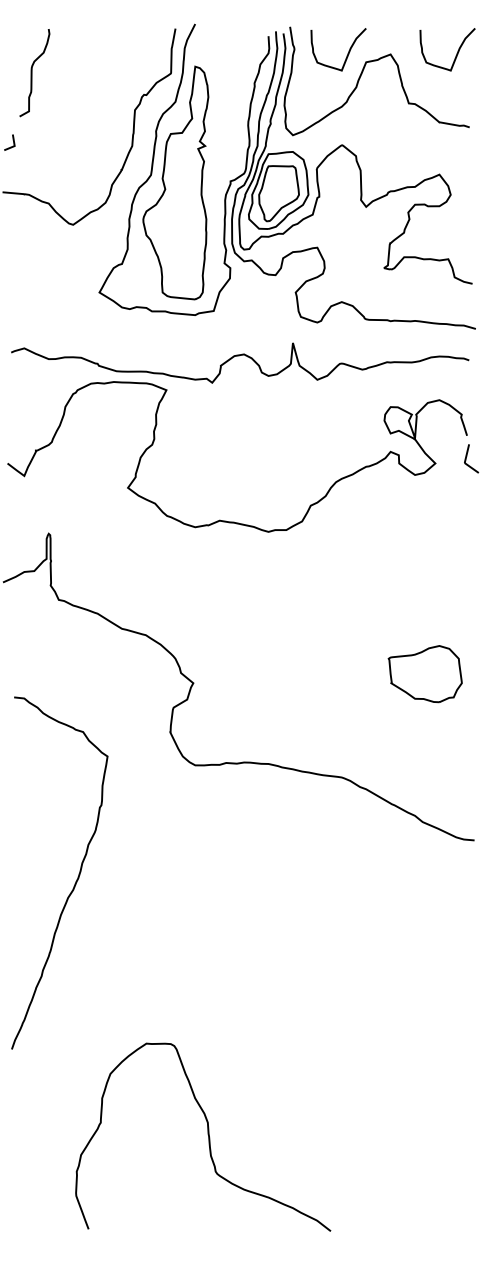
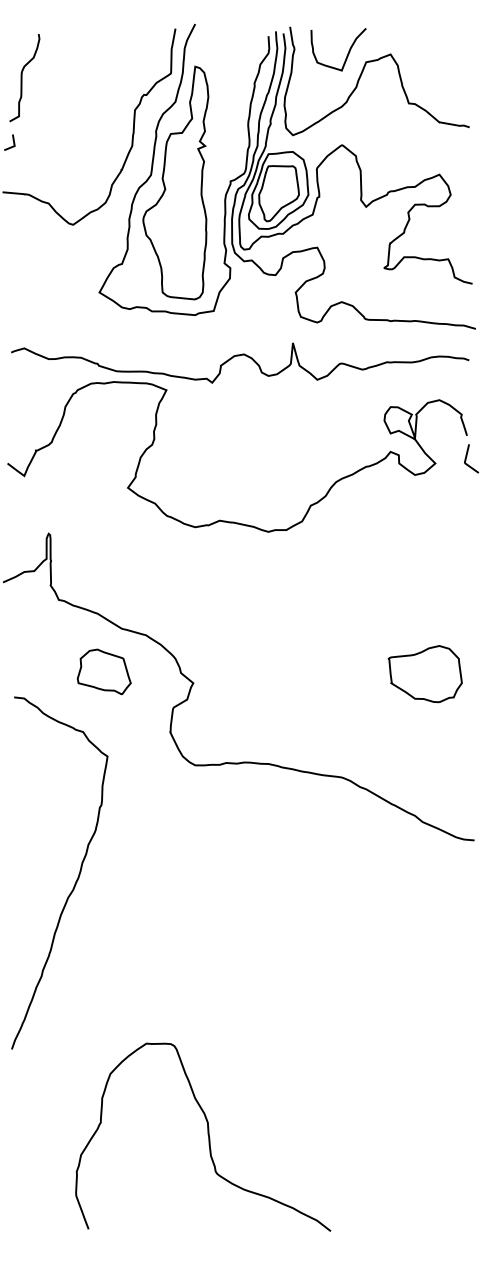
curve at (456, 53): present -> none
curve at (32, 73) position: (32, 73) -> (22, 78)
part at (103, 671): none -> present
